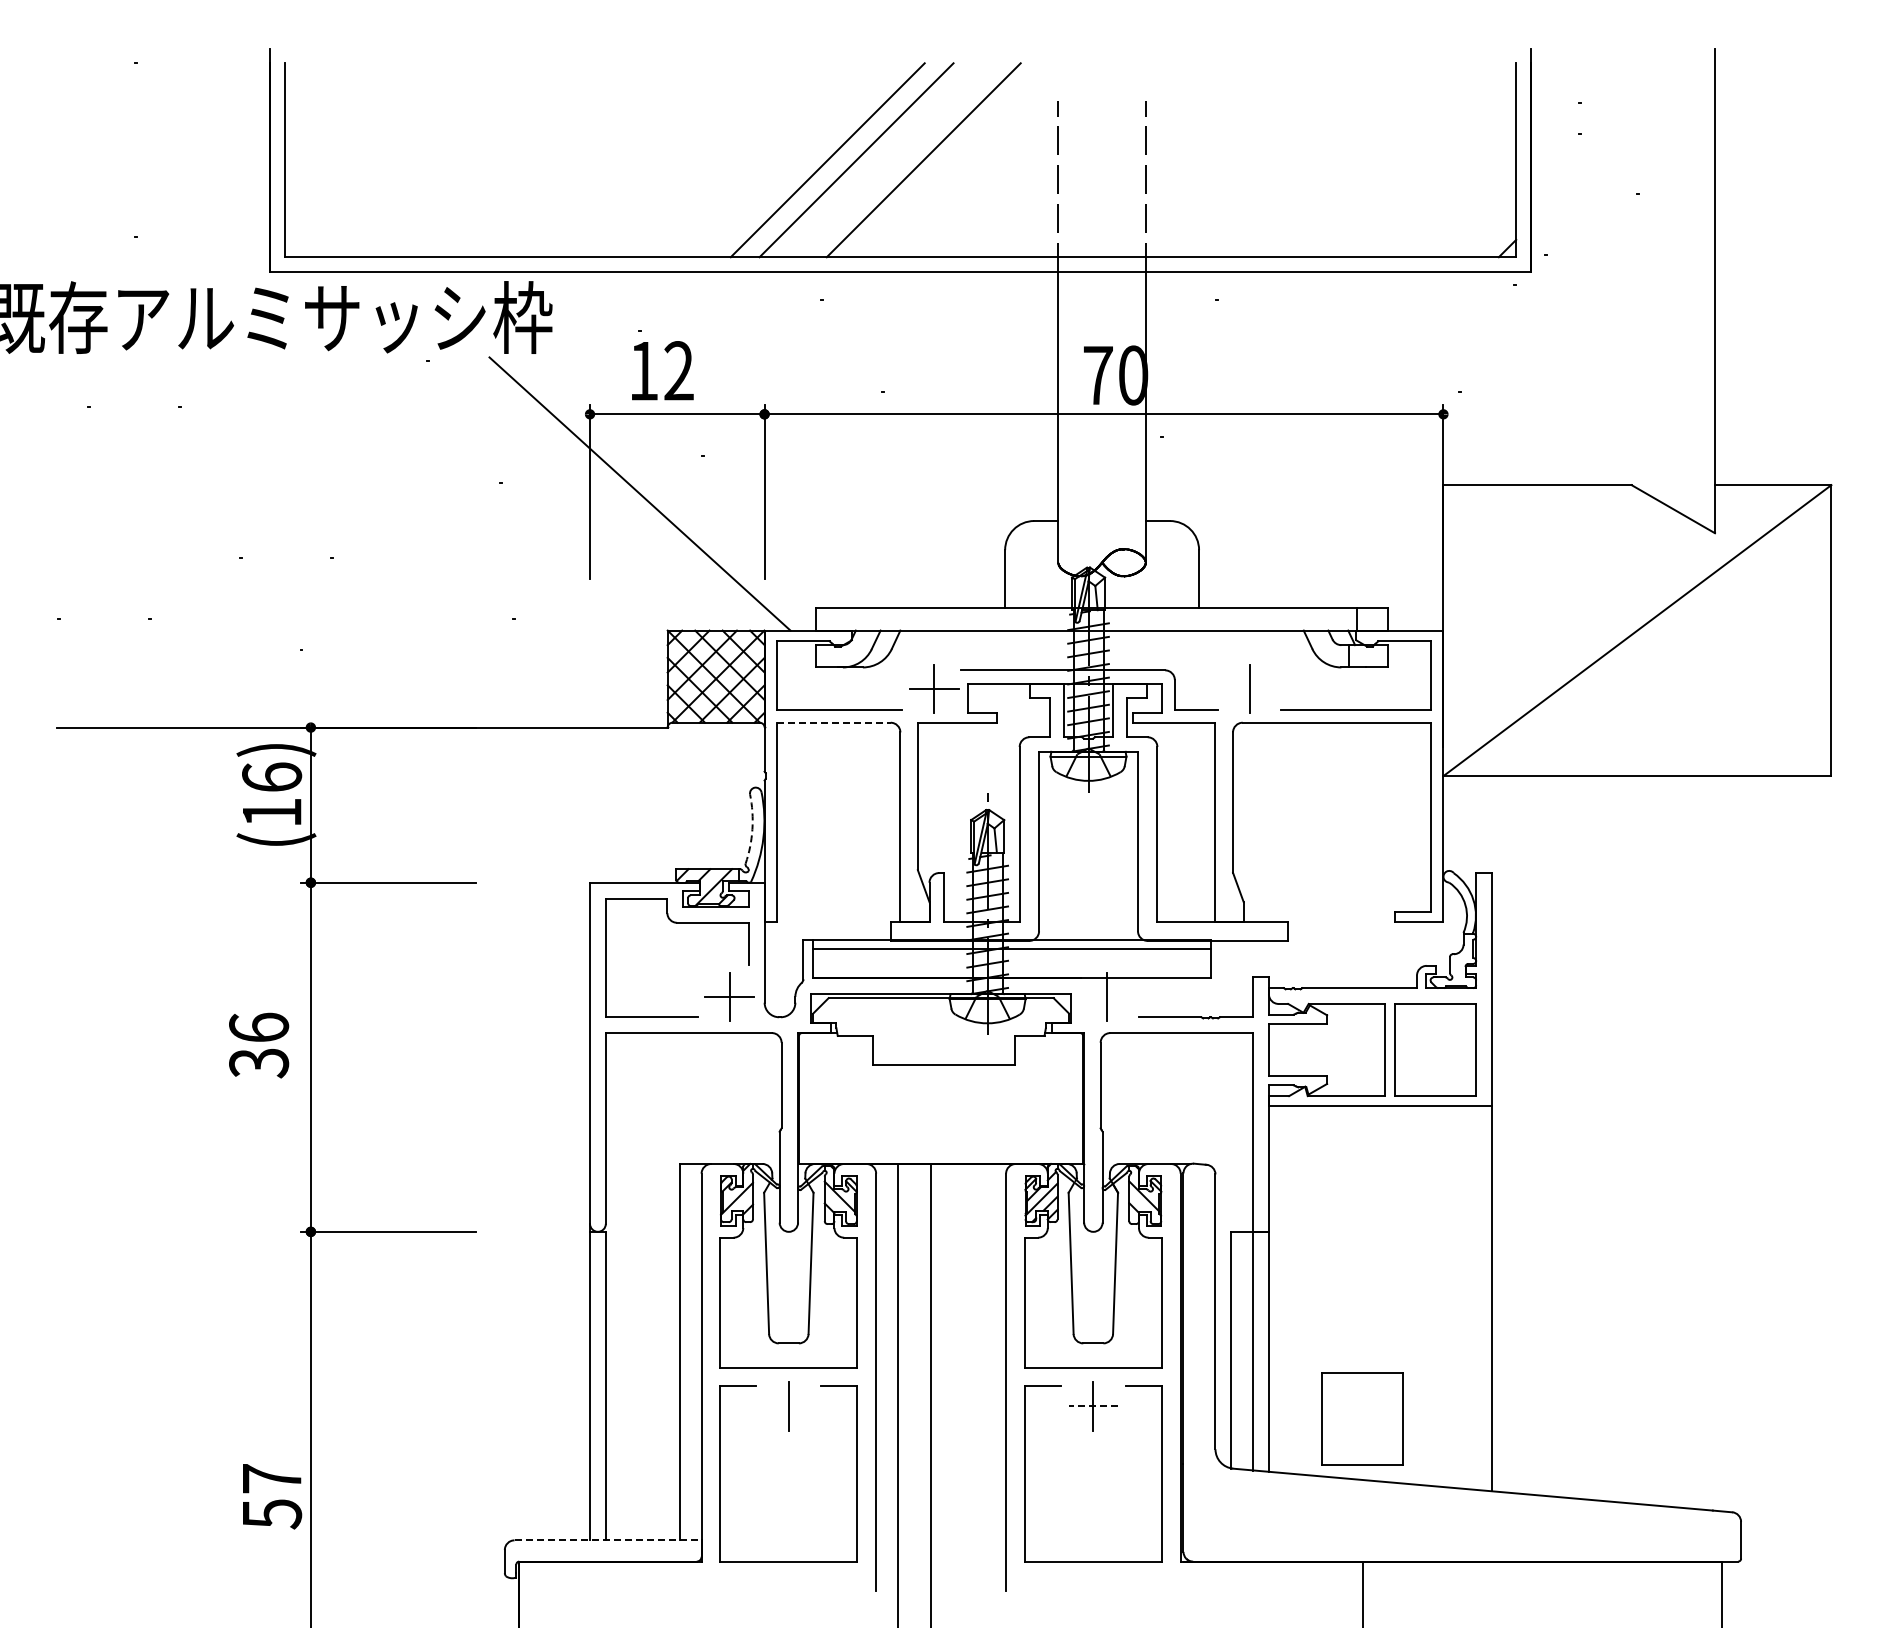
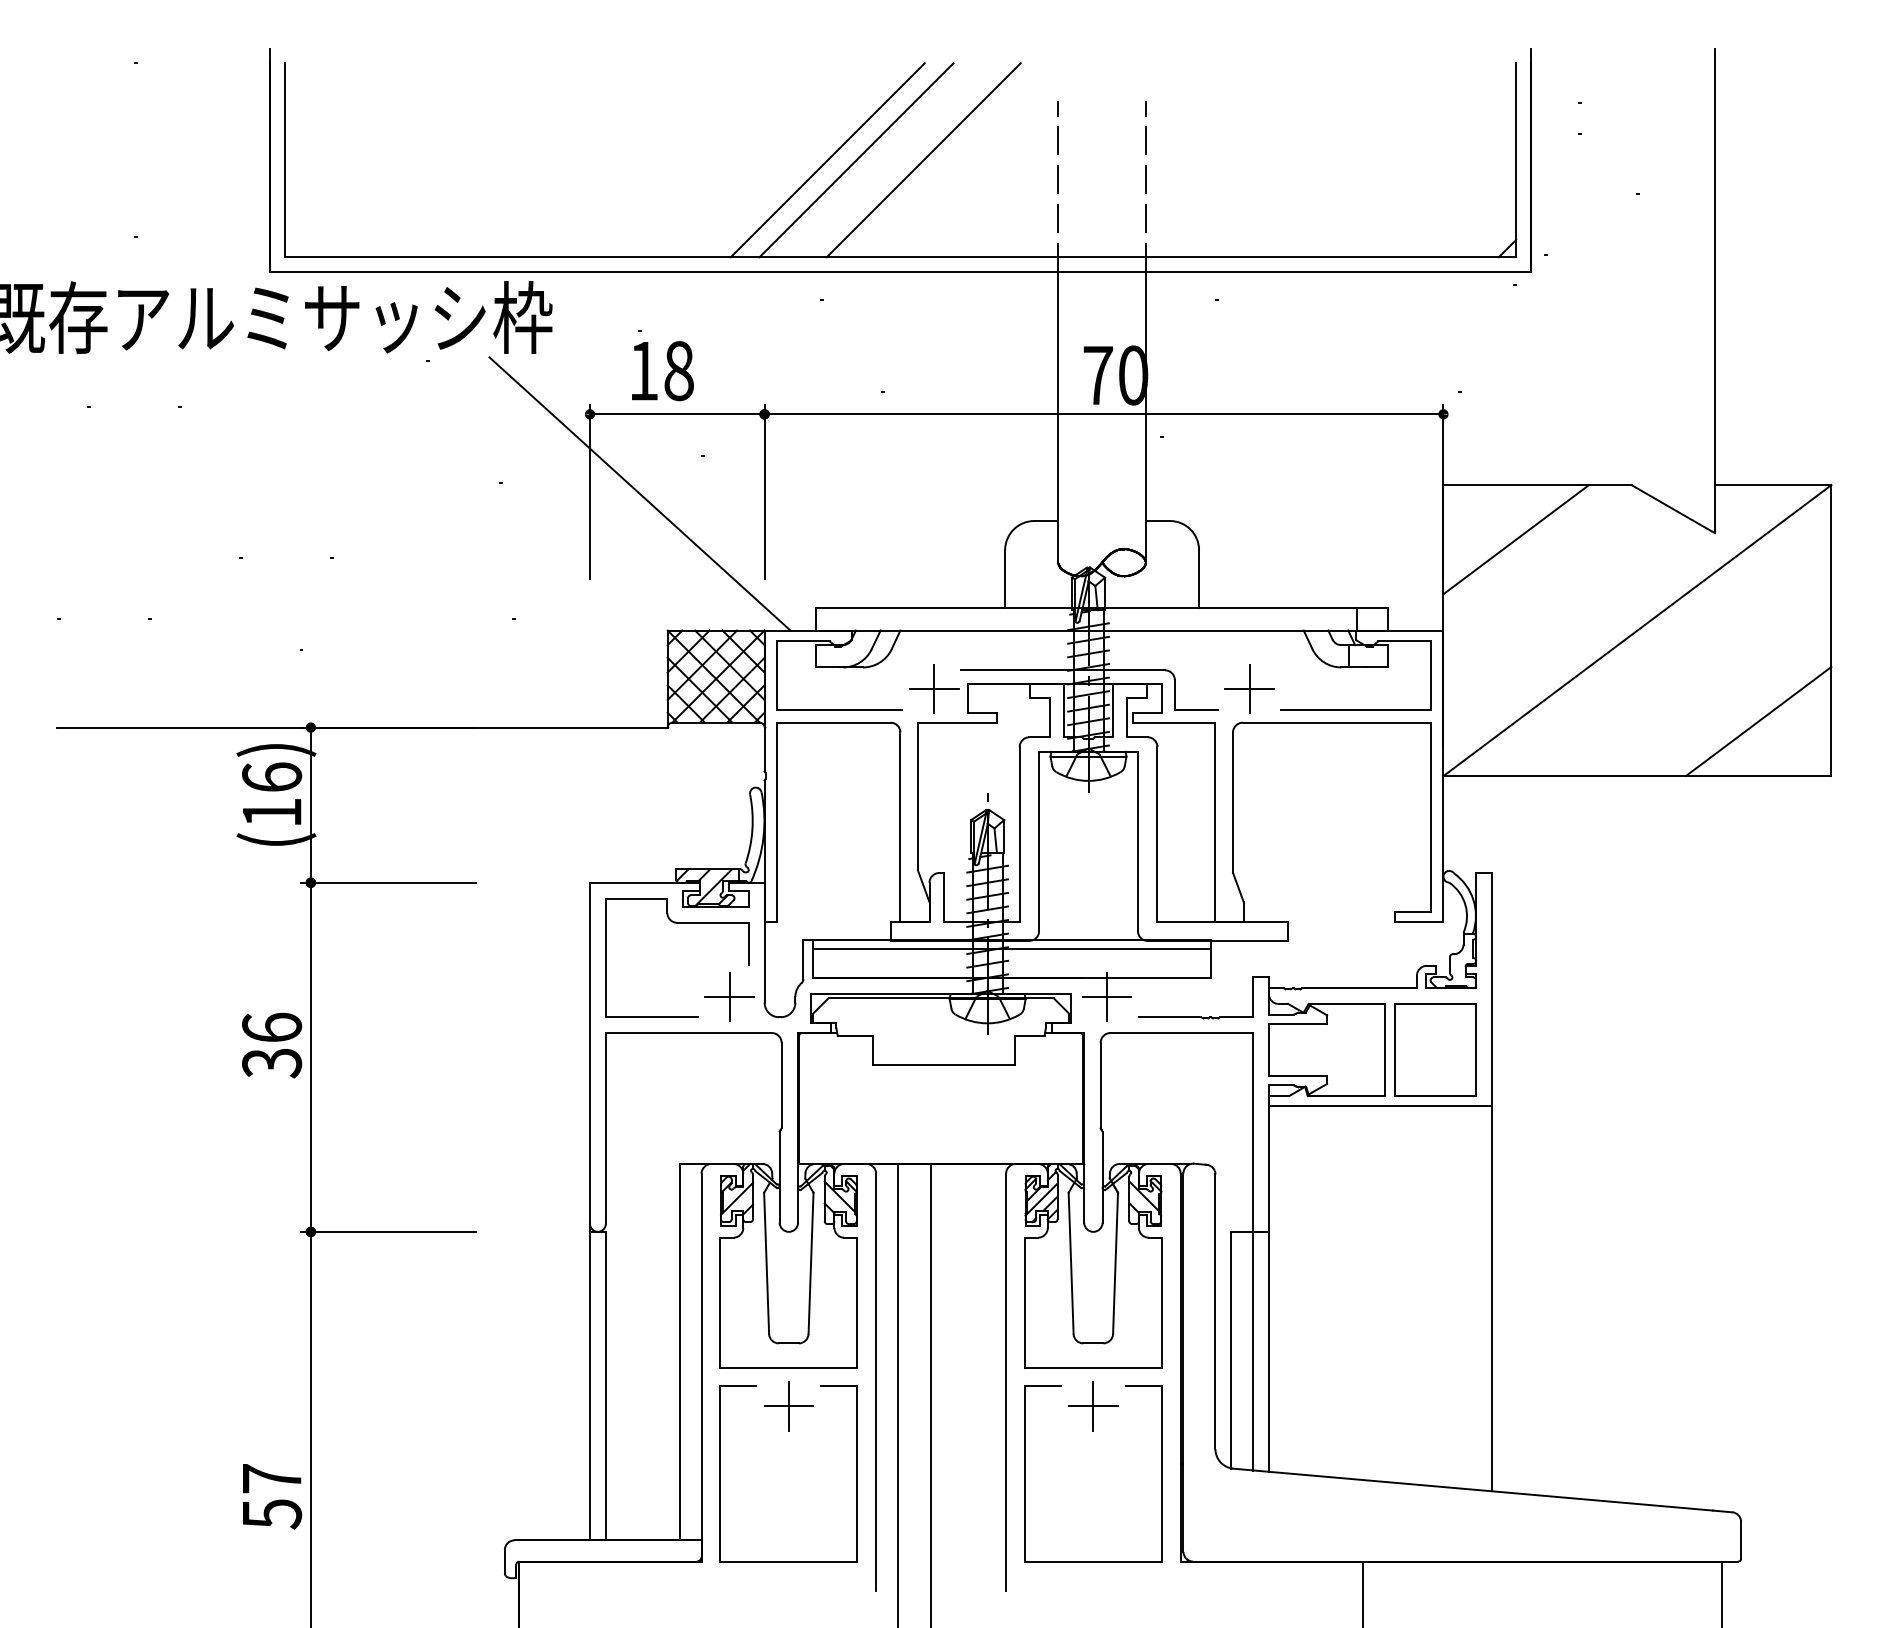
text at (678, 371): 12 -> 18
line at (1515, 539): none -> present
line at (1249, 688): none -> present
line at (1758, 721): none -> present
line at (833, 722): dashed -> solid
arc at (752, 829): dashed -> solid
line at (1106, 997): none -> present
text at (259, 1045) position: (259, 1045) -> (272, 1045)
line at (788, 1406): none -> present
line at (1092, 1406): dashed -> solid
part at (1362, 1418): present -> none
line at (608, 1540): dashed -> solid
